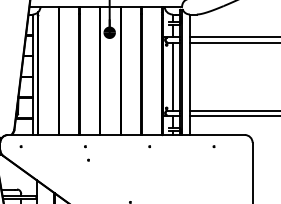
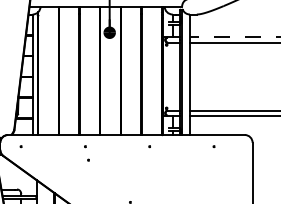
line at (234, 37): solid -> dashed
line at (172, 76): present -> none
